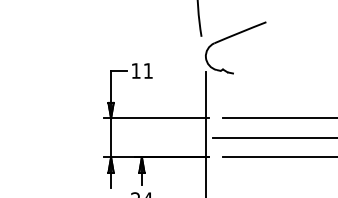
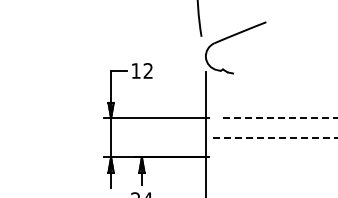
text at (147, 70): 11 -> 12
line at (281, 118): solid -> dashed
line at (275, 137): solid -> dashed
line at (278, 157): present -> none
